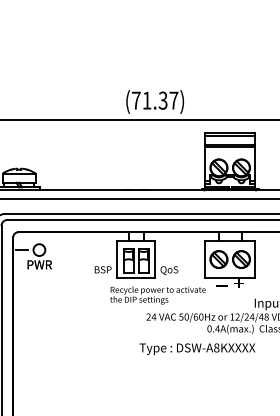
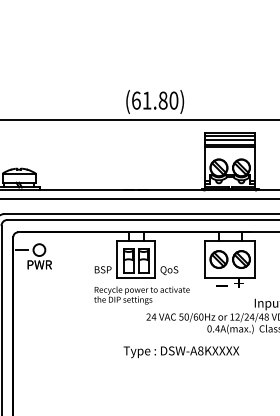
text at (155, 100): (71.37) -> (61.80)
line at (230, 140): none -> present
text at (157, 295) position: (157, 295) -> (141, 295)
text at (197, 349) position: (197, 349) -> (181, 352)
